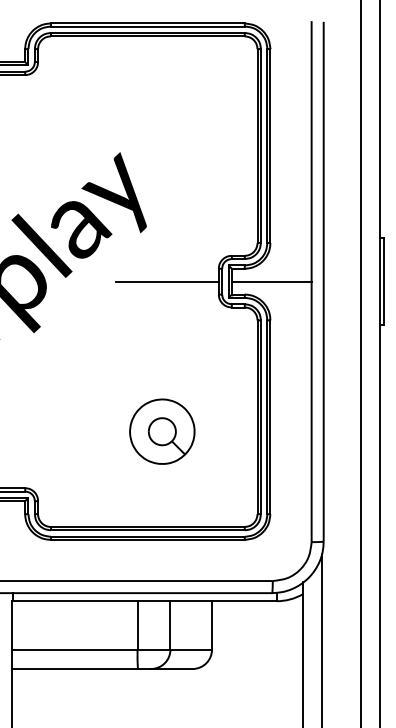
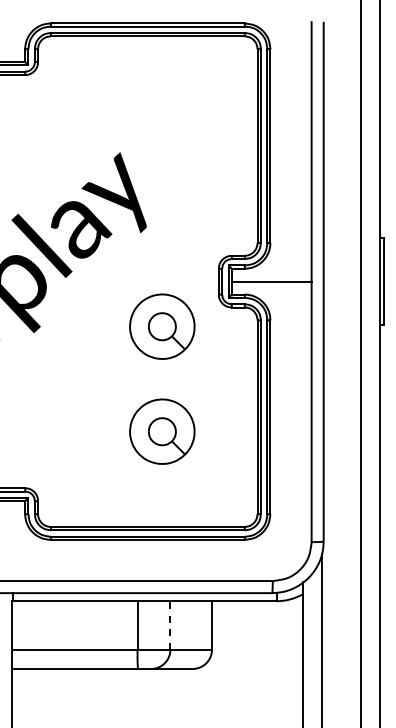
line at (166, 281): present -> none
part at (162, 326): none -> present
line at (170, 624): solid -> dashed
